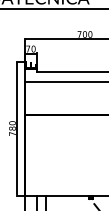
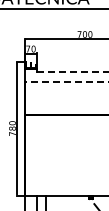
line at (72, 71): solid -> dashed
line at (66, 82): solid -> dashed
